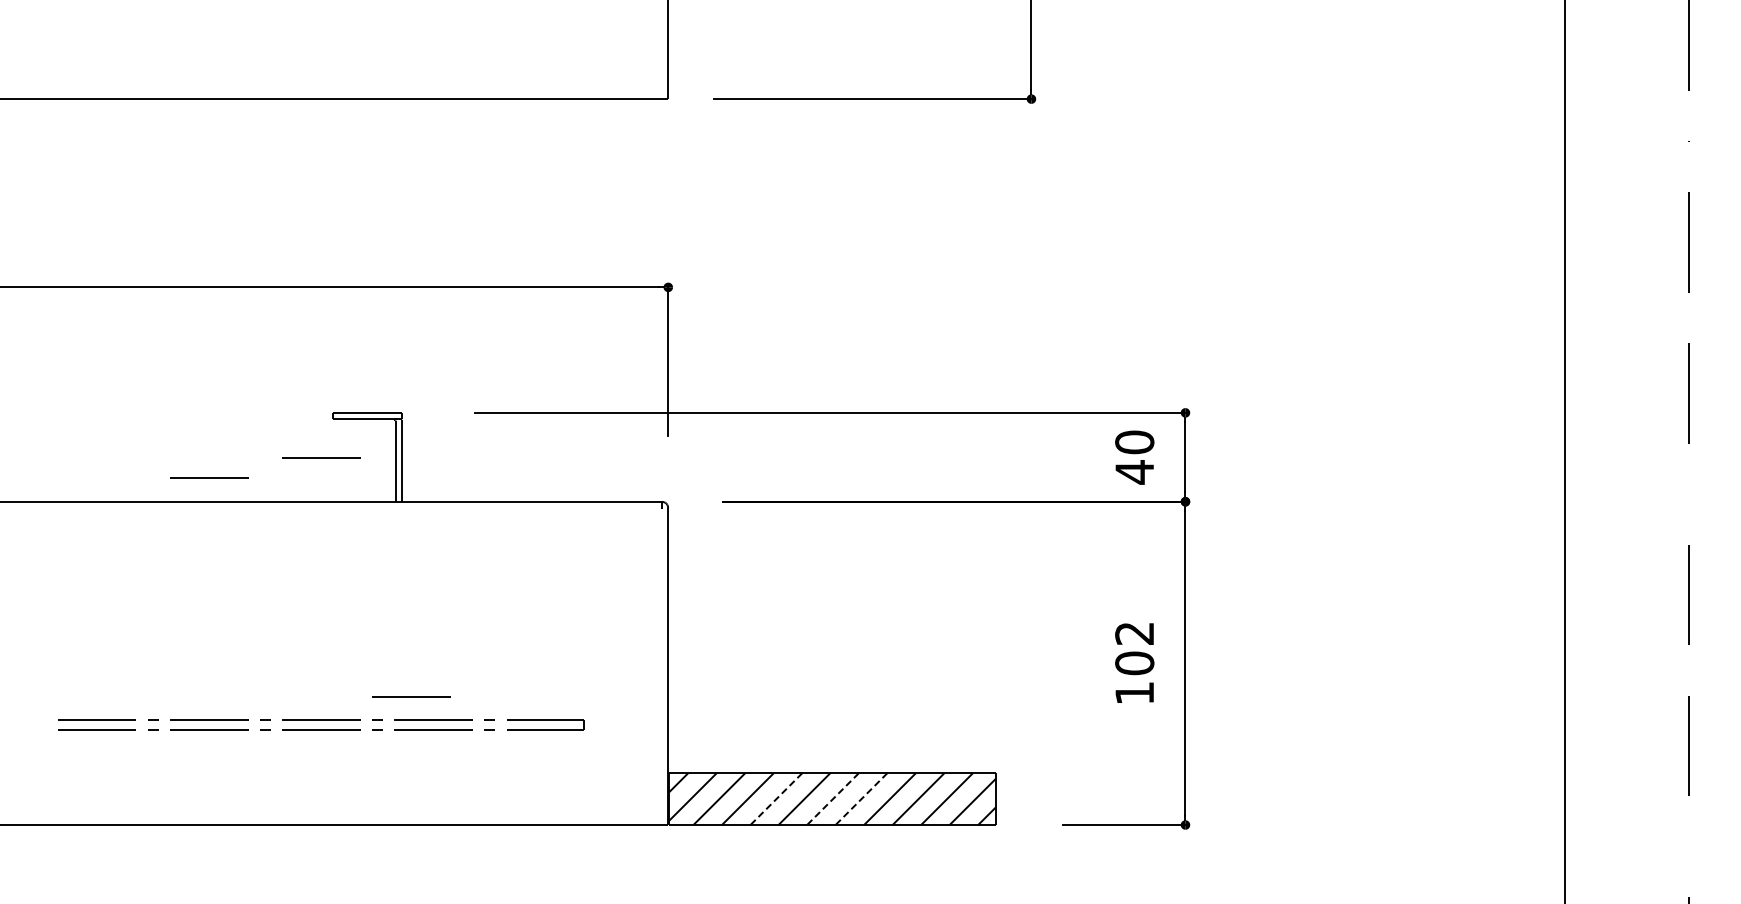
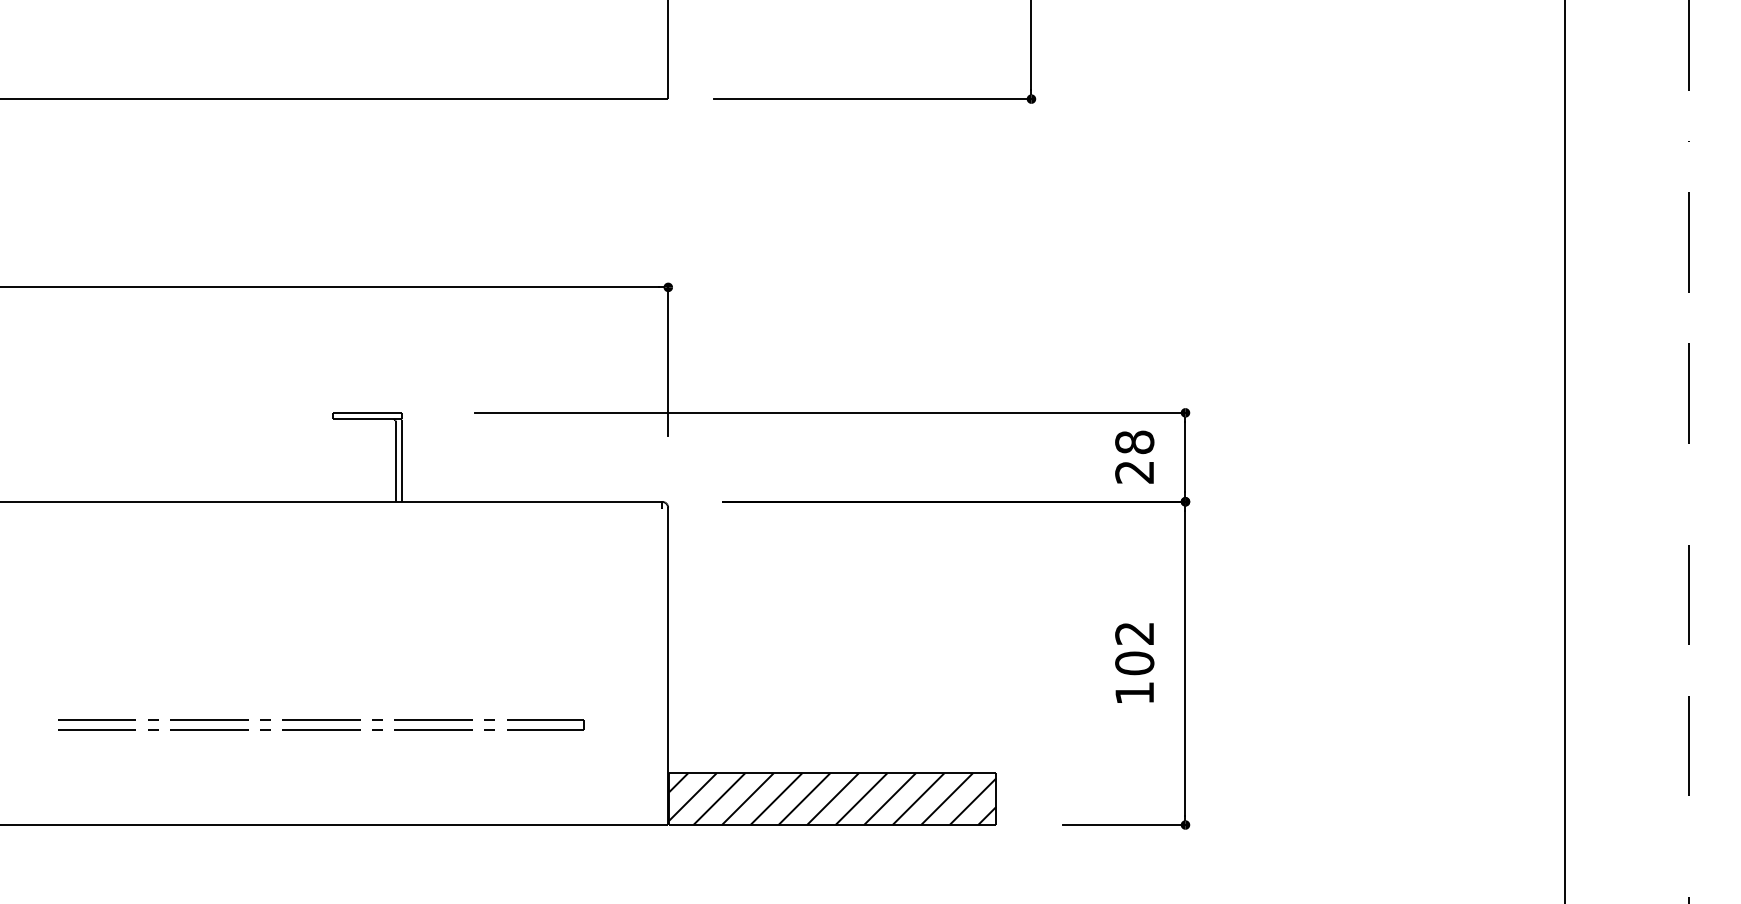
line at (321, 457): present -> none
text at (1134, 457): 40 -> 28
line at (209, 477): present -> none
line at (411, 696): present -> none
line at (776, 799): dashed -> solid
line at (833, 799): dashed -> solid
line at (861, 799): dashed -> solid
